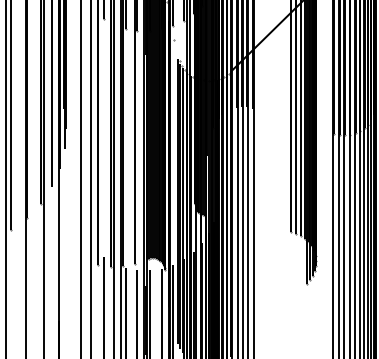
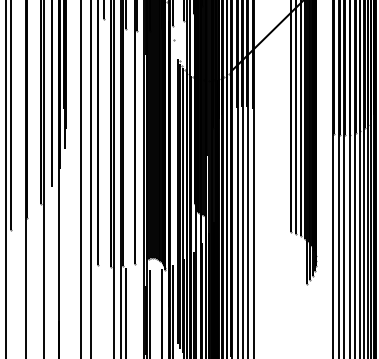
line at (103, 306): present -> none
line at (137, 312): present -> none
